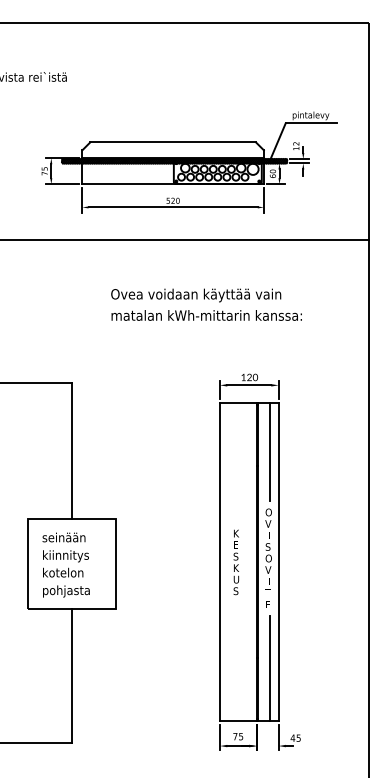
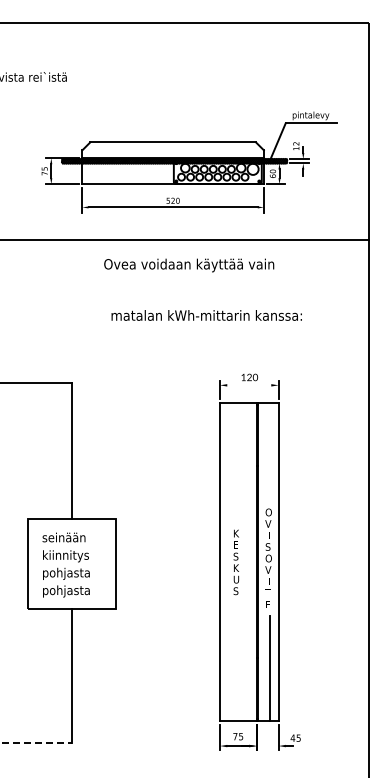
text at (196, 295) position: (196, 295) -> (189, 265)
line at (249, 385): present -> none
line at (270, 452): present -> none
text at (66, 573): kotelon -> pohjasta
line at (36, 743): solid -> dashed
